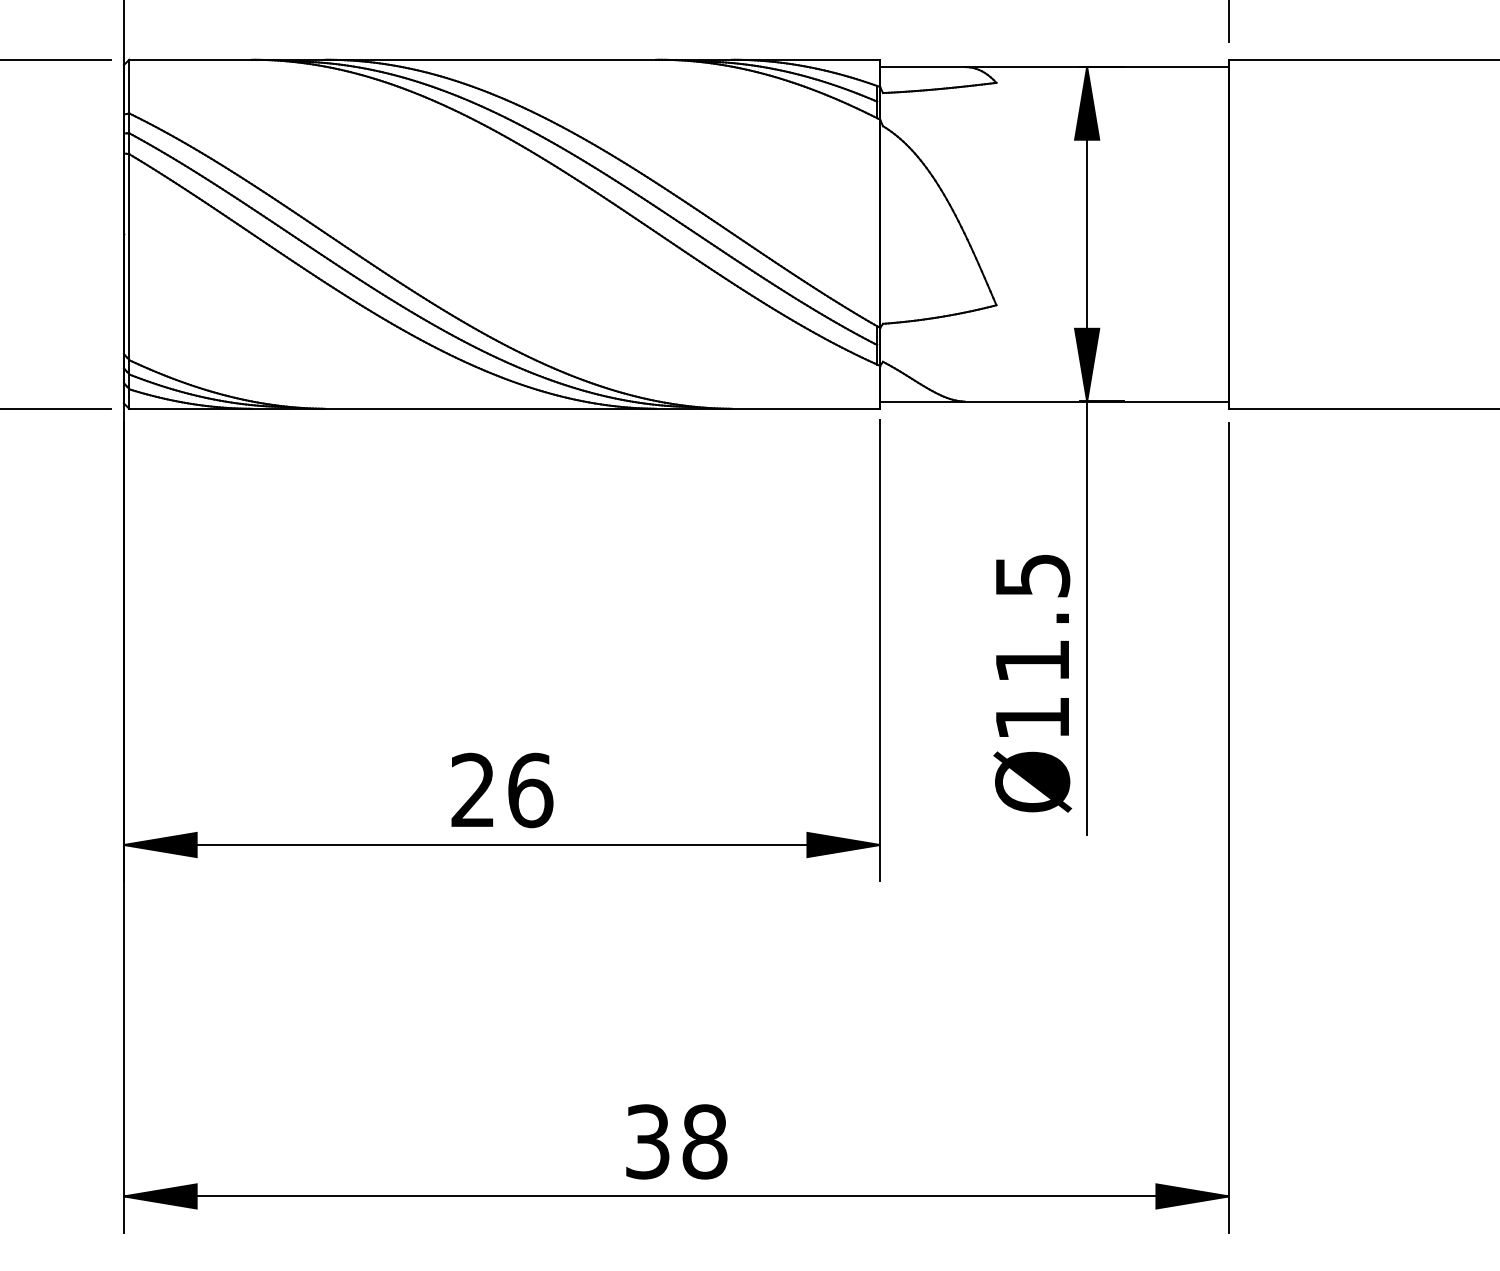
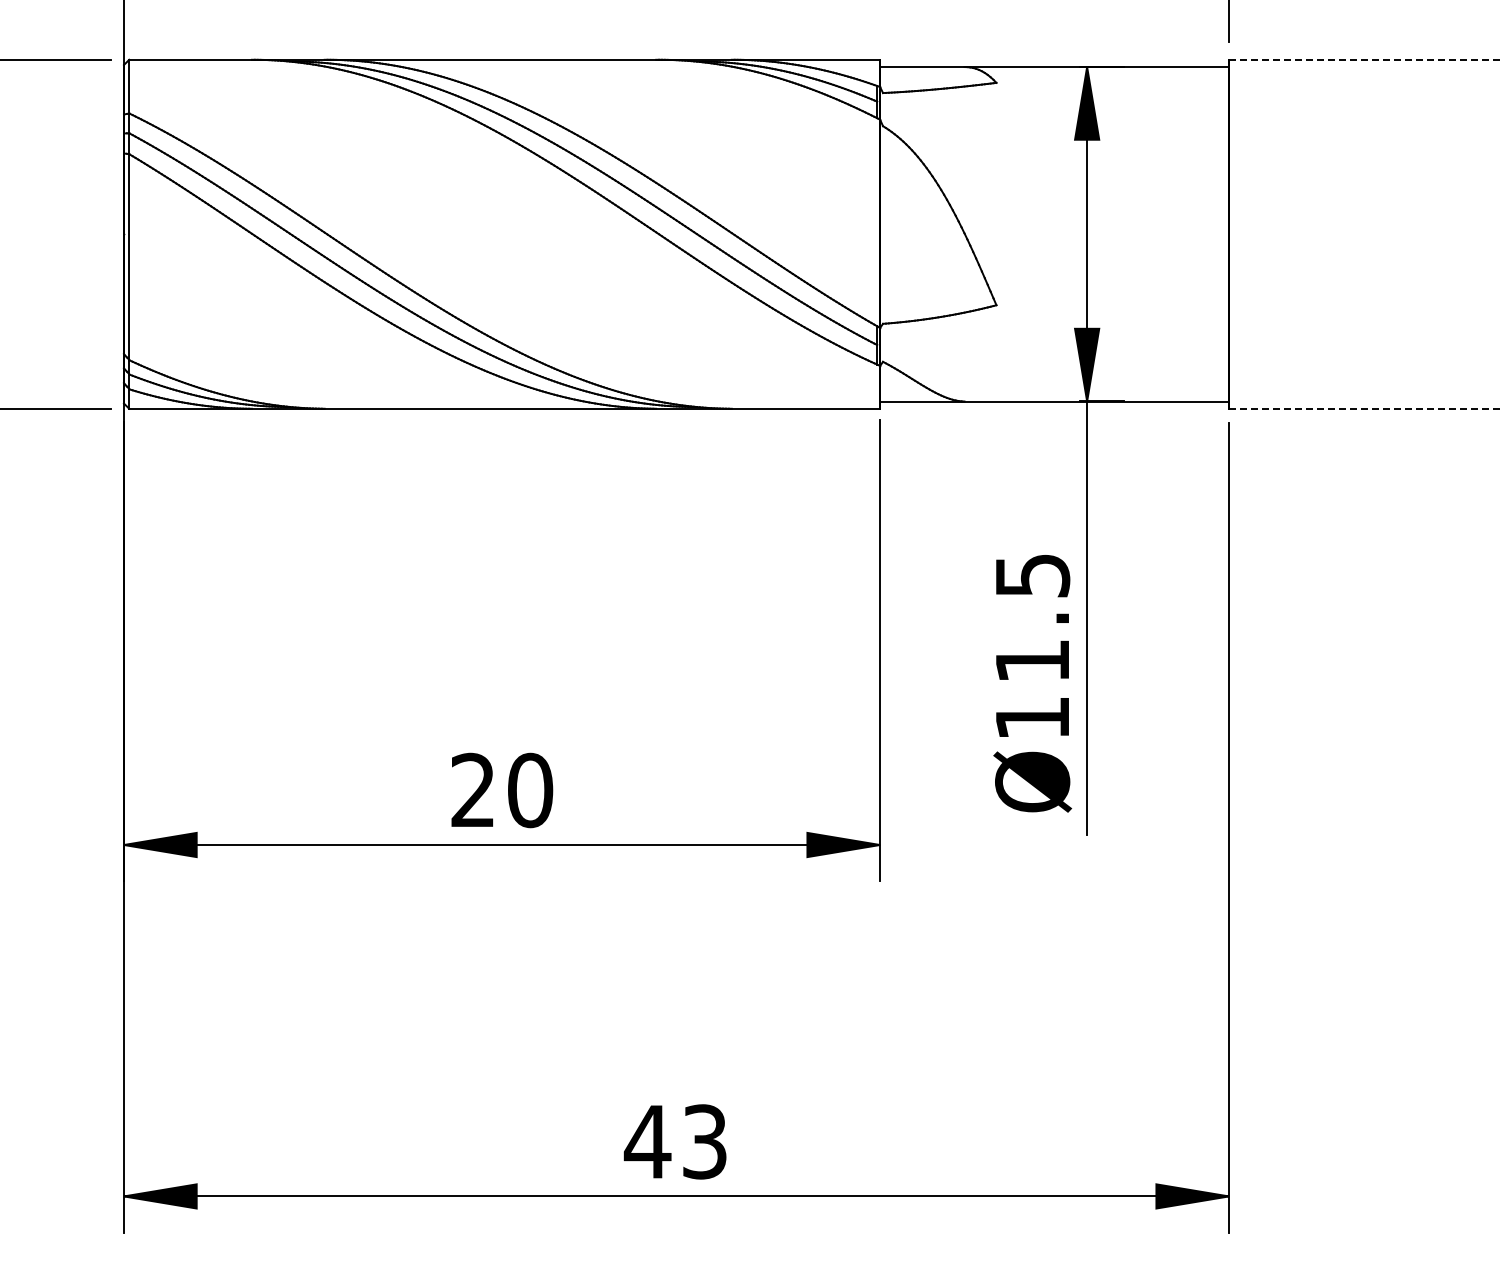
line at (1364, 59): solid -> dashed
line at (1365, 408): solid -> dashed
text at (530, 790): 26 -> 20
text at (675, 1141): 38 -> 43
